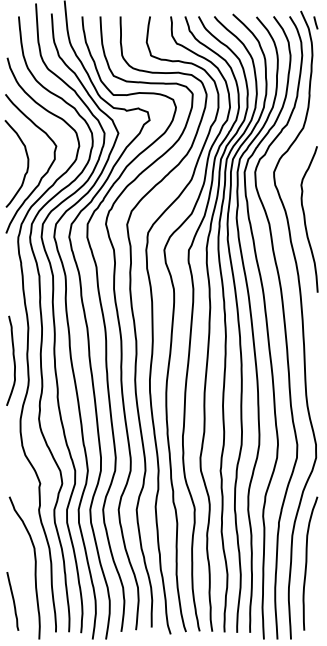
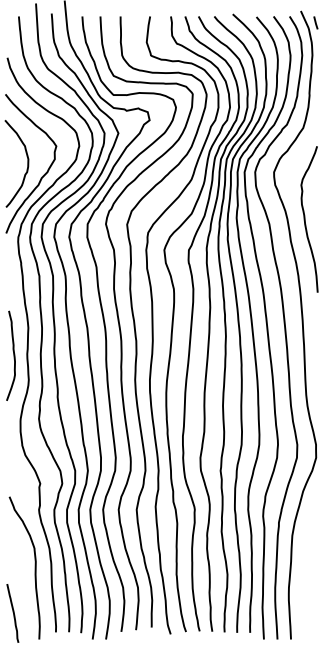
curve at (13, 360) position: (13, 360) -> (13, 355)
curve at (307, 563): present -> none
curve at (12, 600) position: (12, 600) -> (12, 612)
